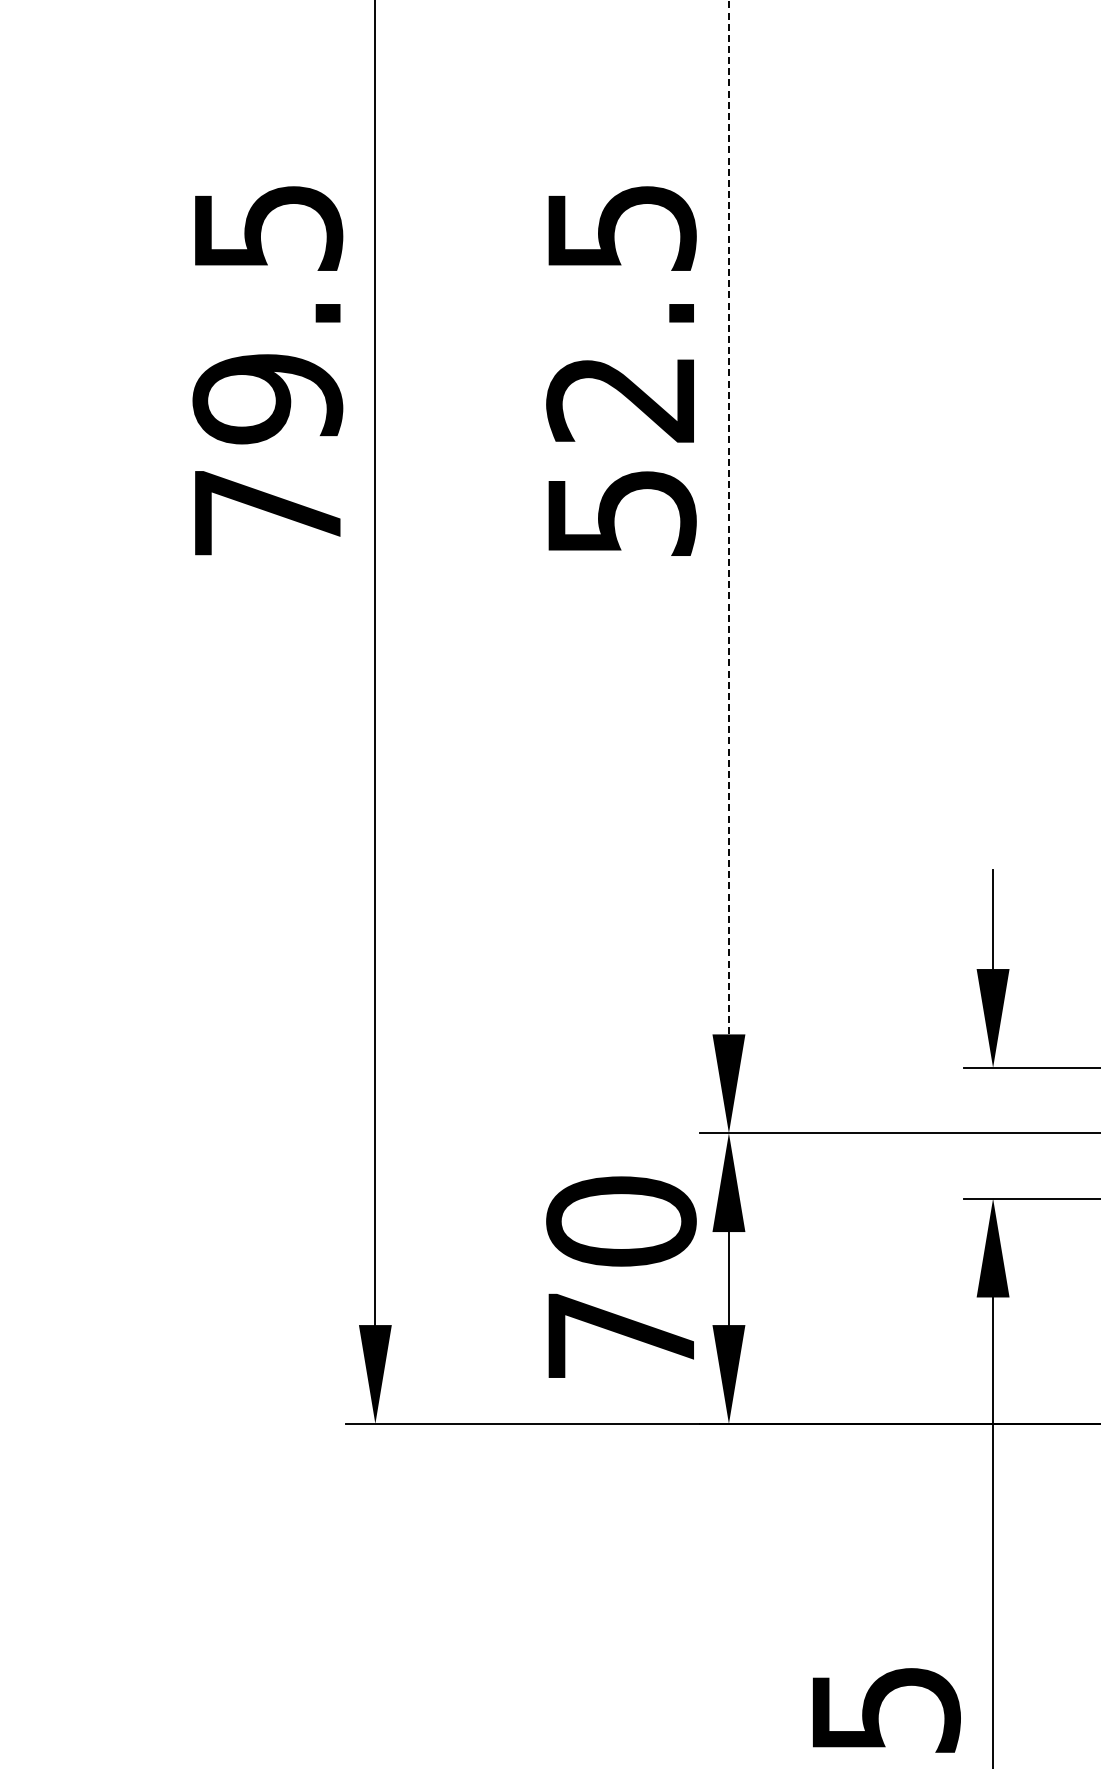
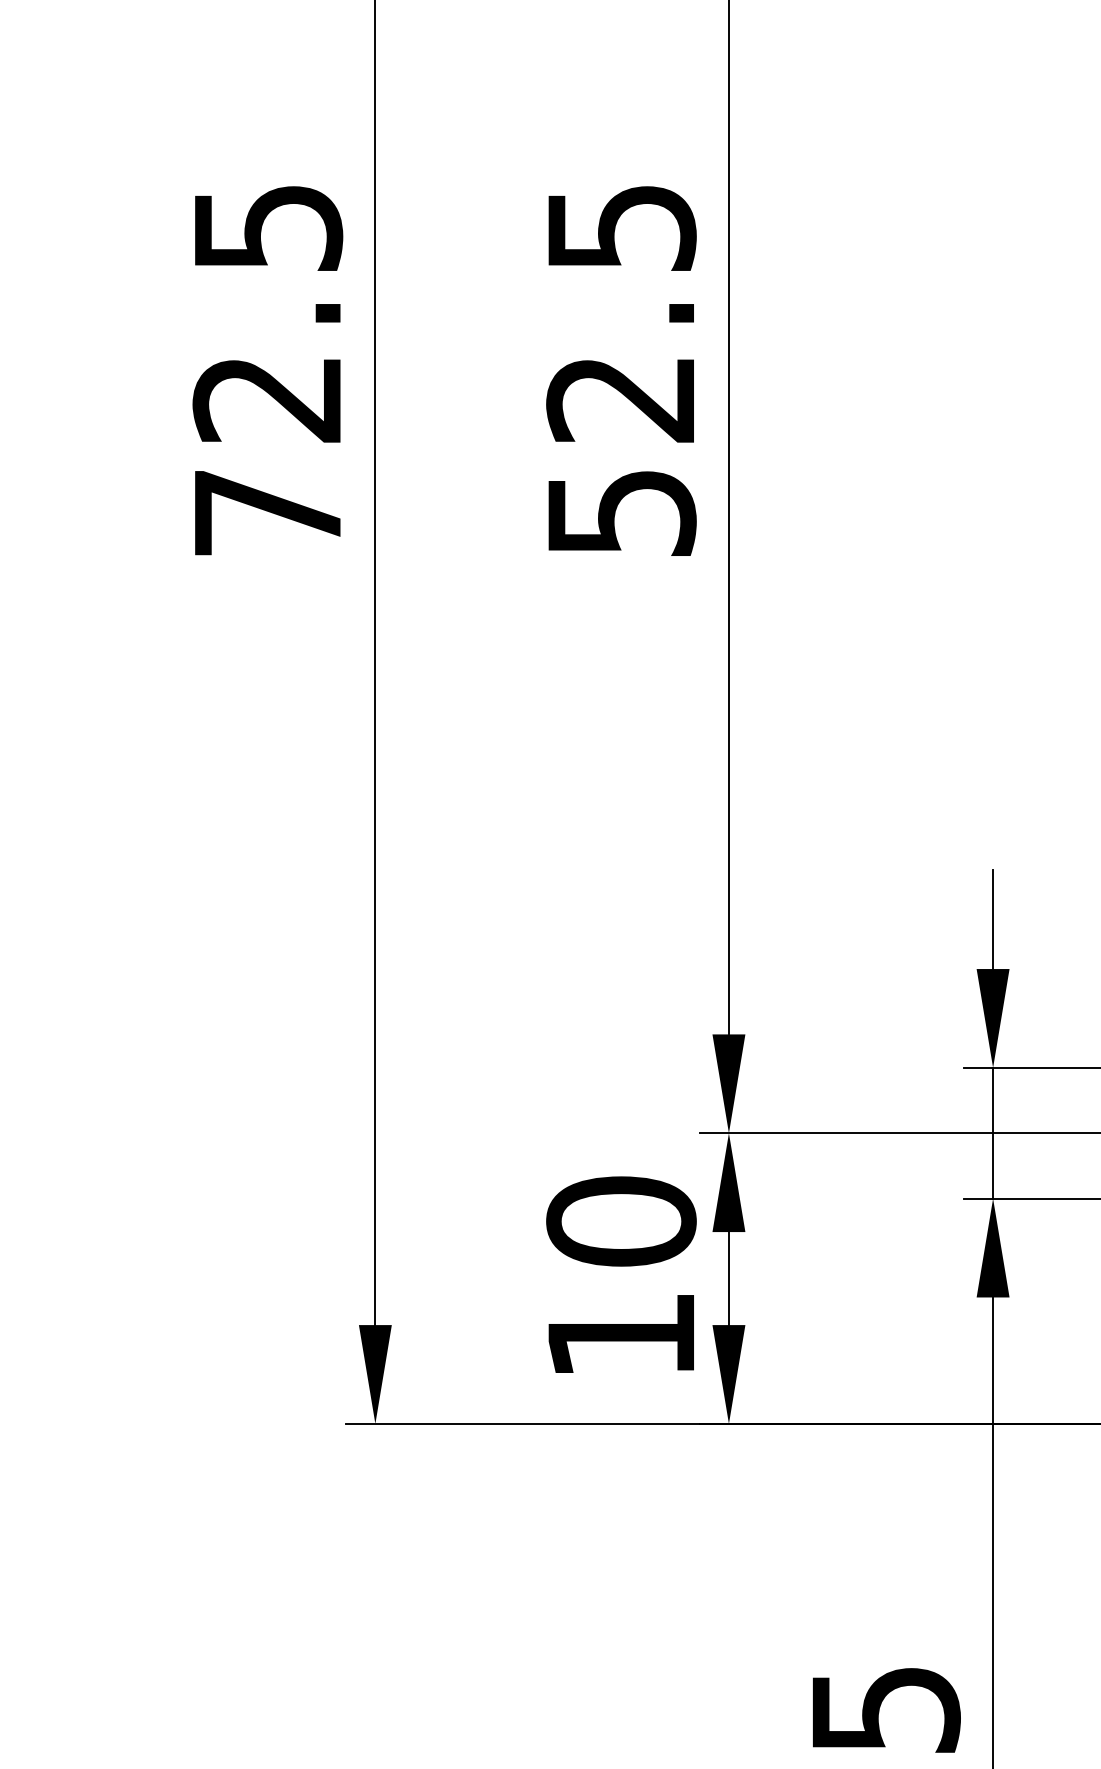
text at (267, 399): 79.5 -> 72.5
line at (728, 517): dashed -> solid
line at (993, 1132): none -> present
text at (620, 1335): 70 -> 10
